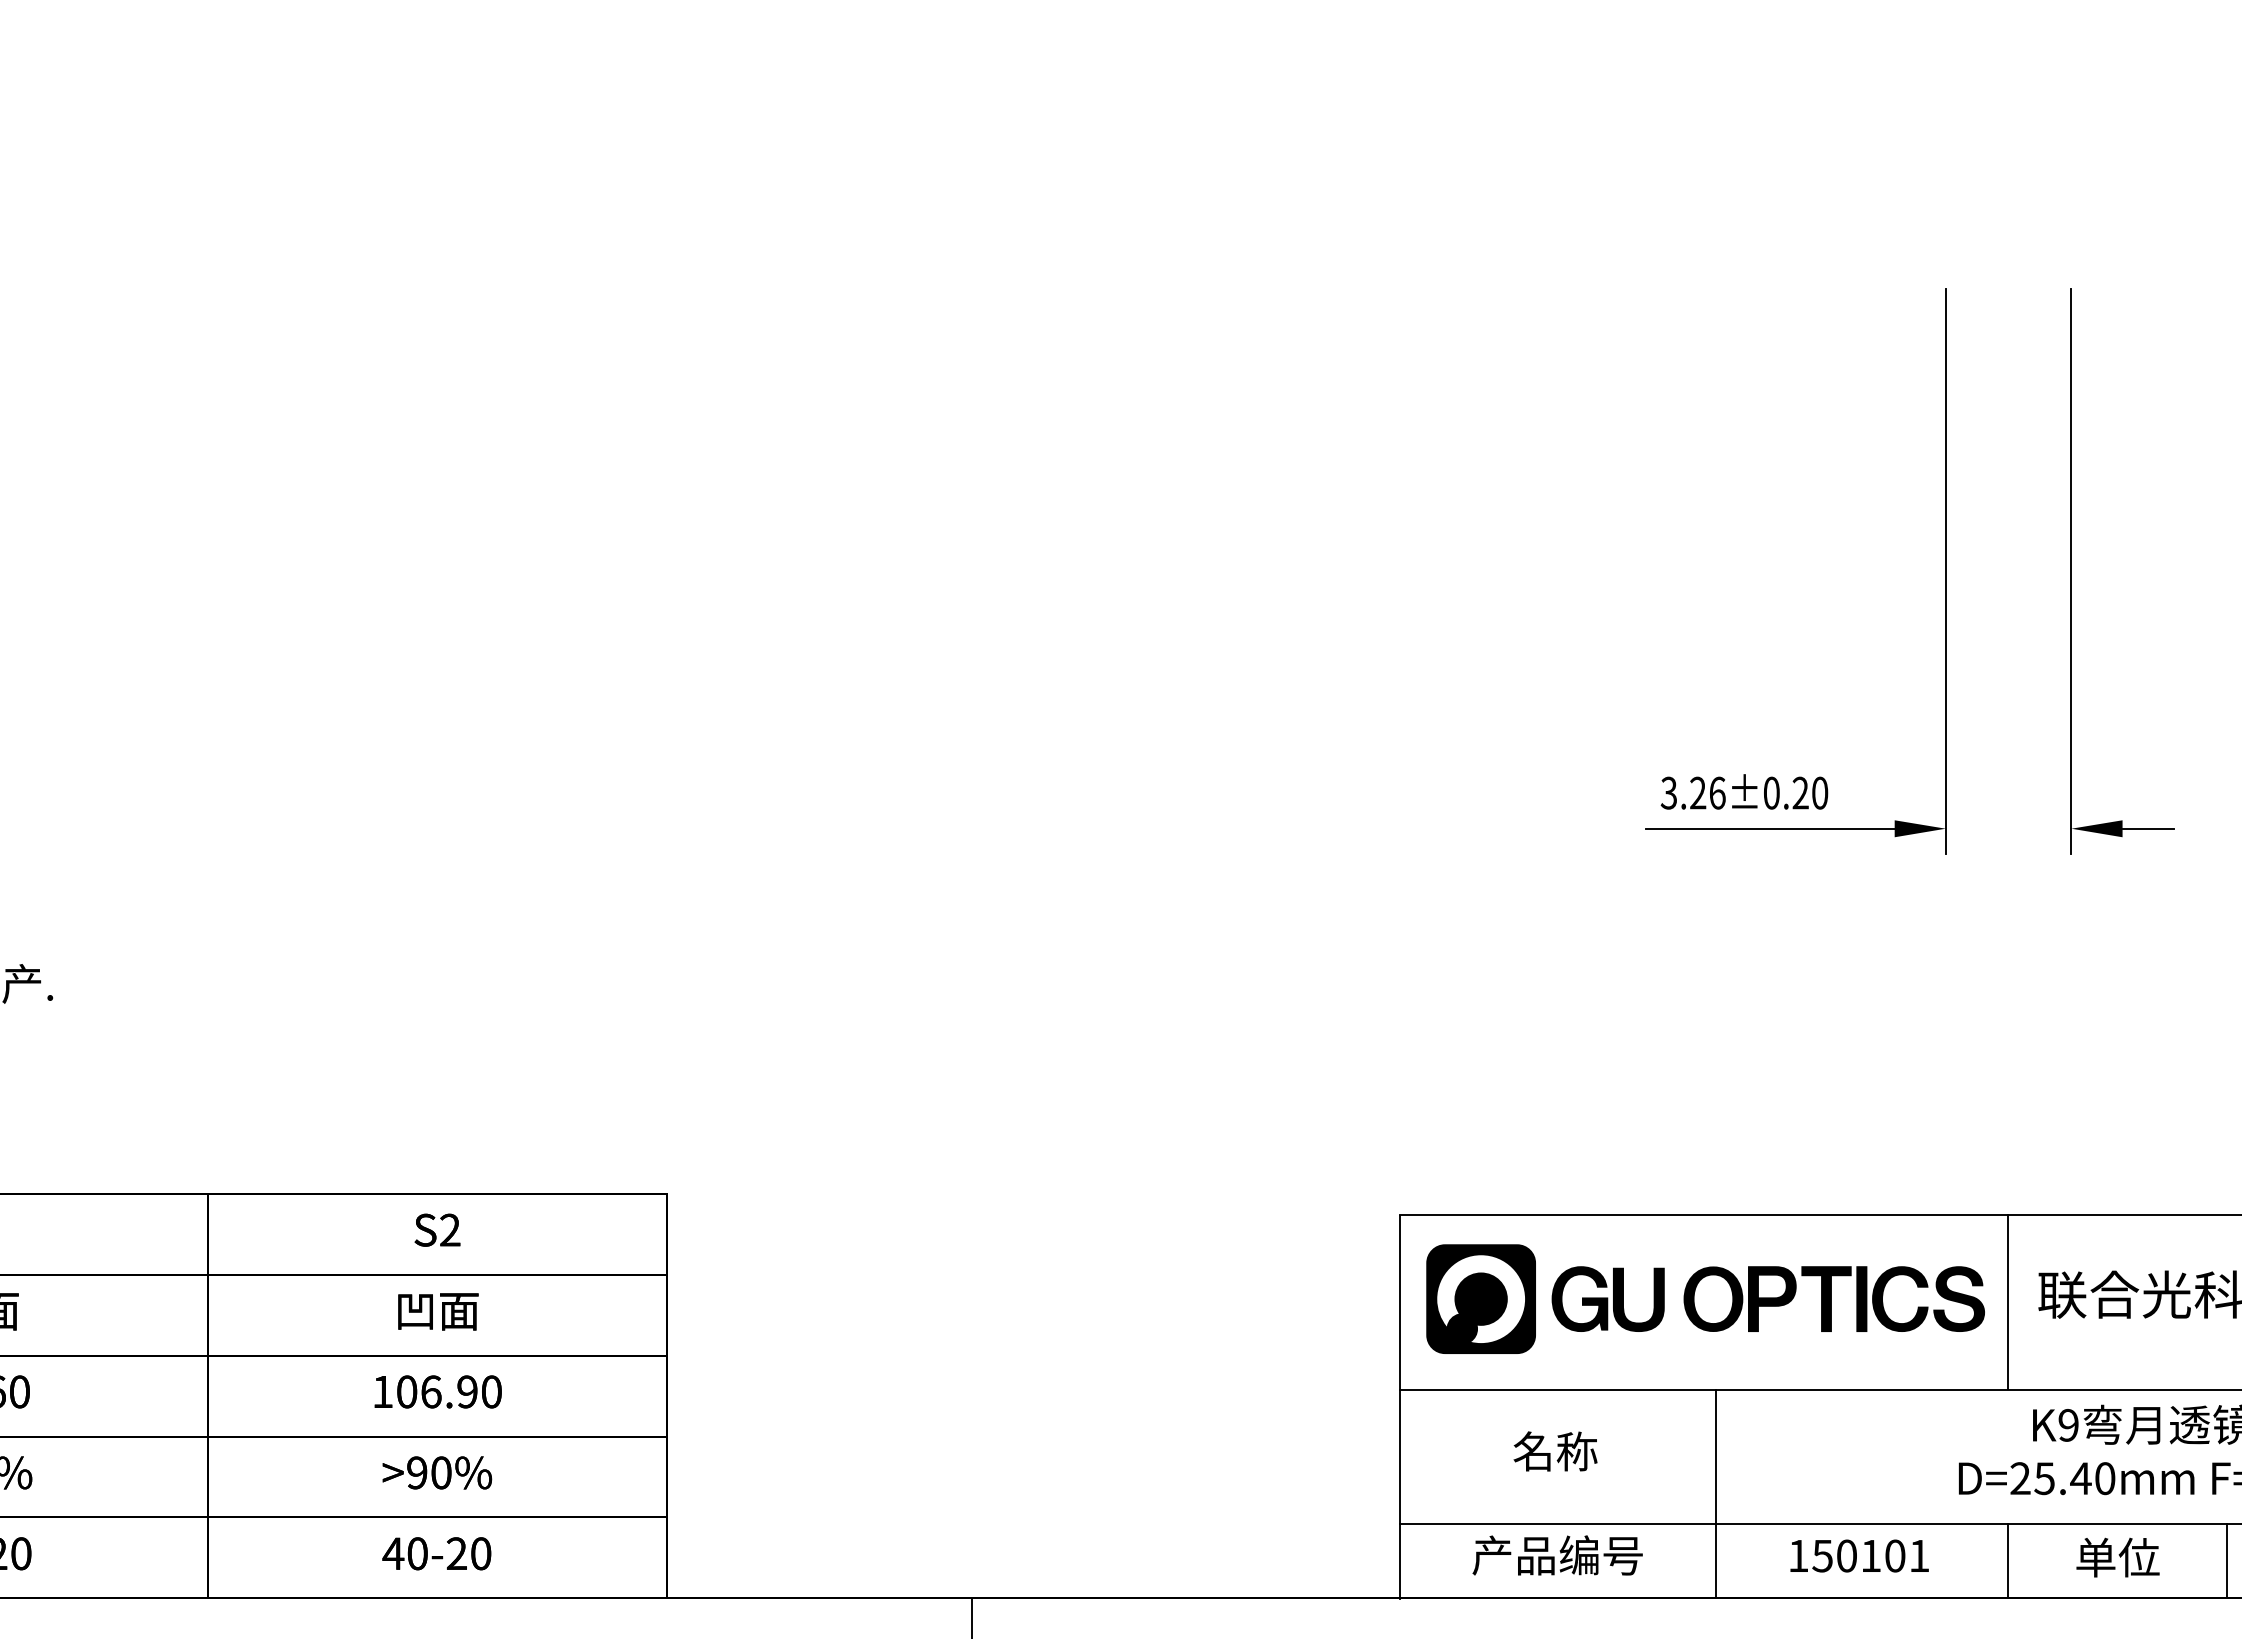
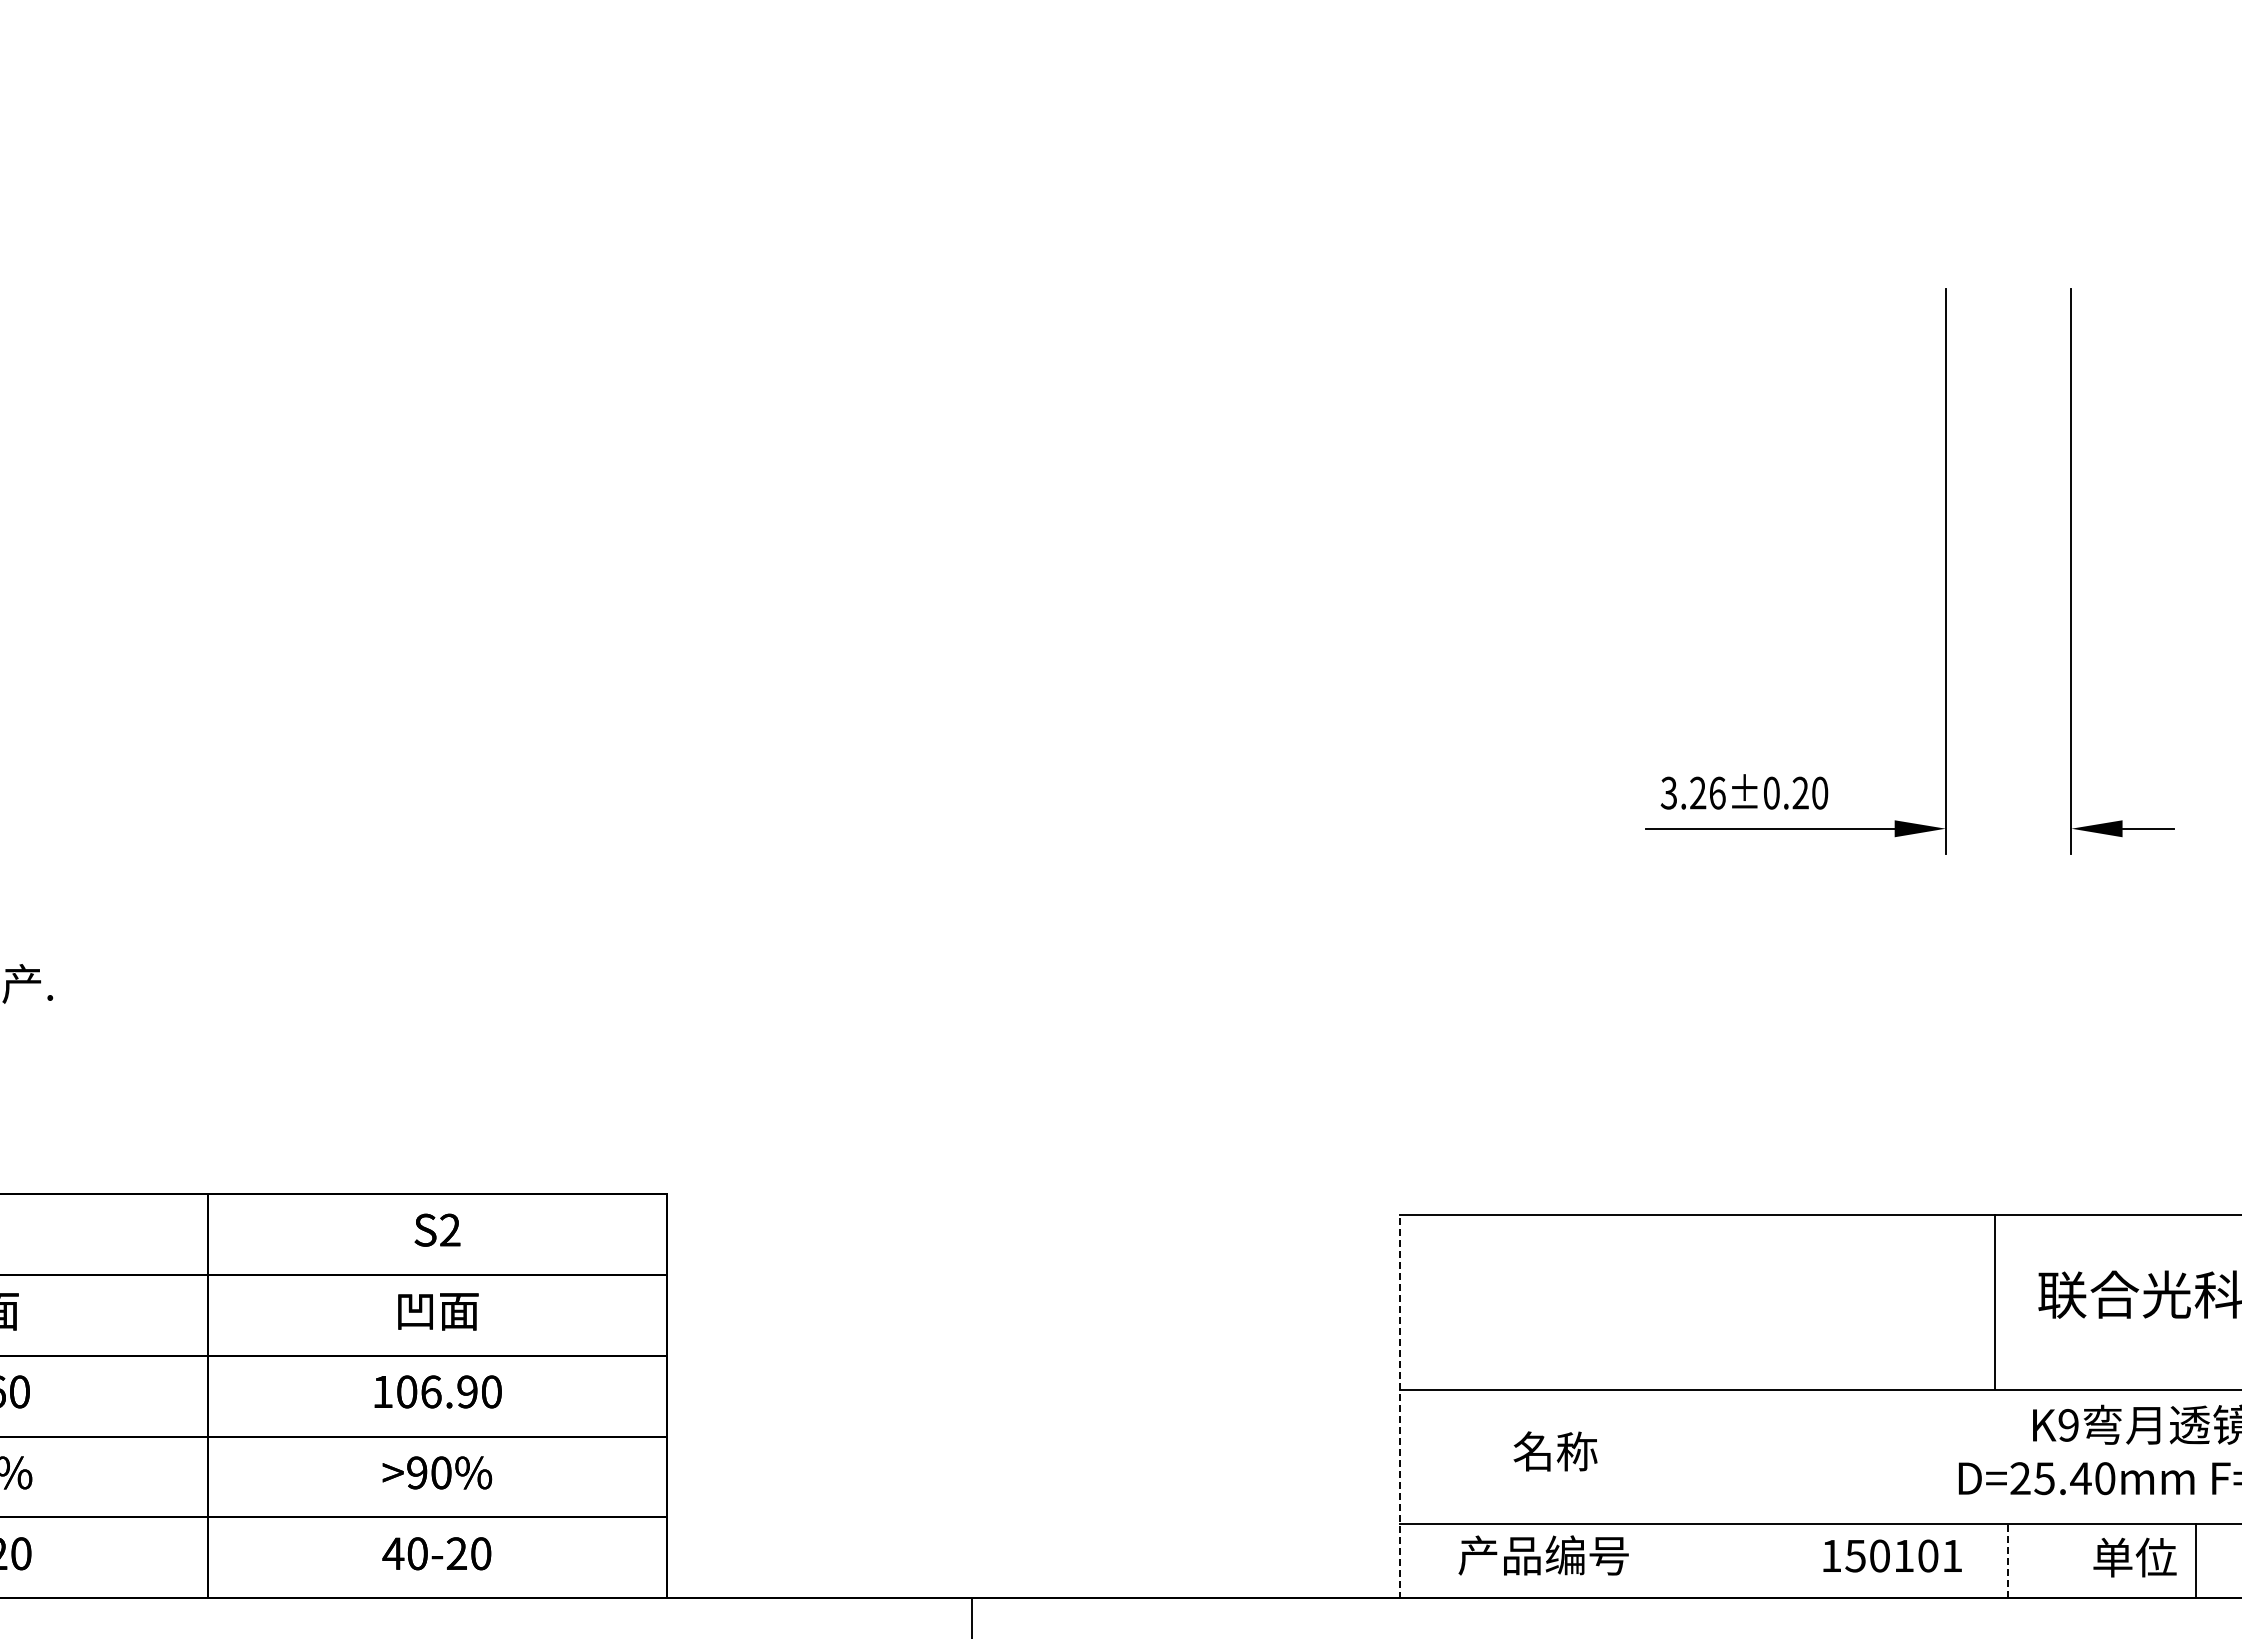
part at (1705, 1298): present -> none
line at (2008, 1301) position: (2008, 1301) -> (1995, 1301)
line at (1399, 1407): solid -> dashed
line at (1716, 1493): present -> none
text at (1557, 1555) position: (1557, 1555) -> (1543, 1555)
text at (1859, 1555) position: (1859, 1555) -> (1892, 1555)
text at (2117, 1557) position: (2117, 1557) -> (2134, 1557)
line at (2008, 1560): solid -> dashed
line at (2226, 1560) position: (2226, 1560) -> (2195, 1560)
